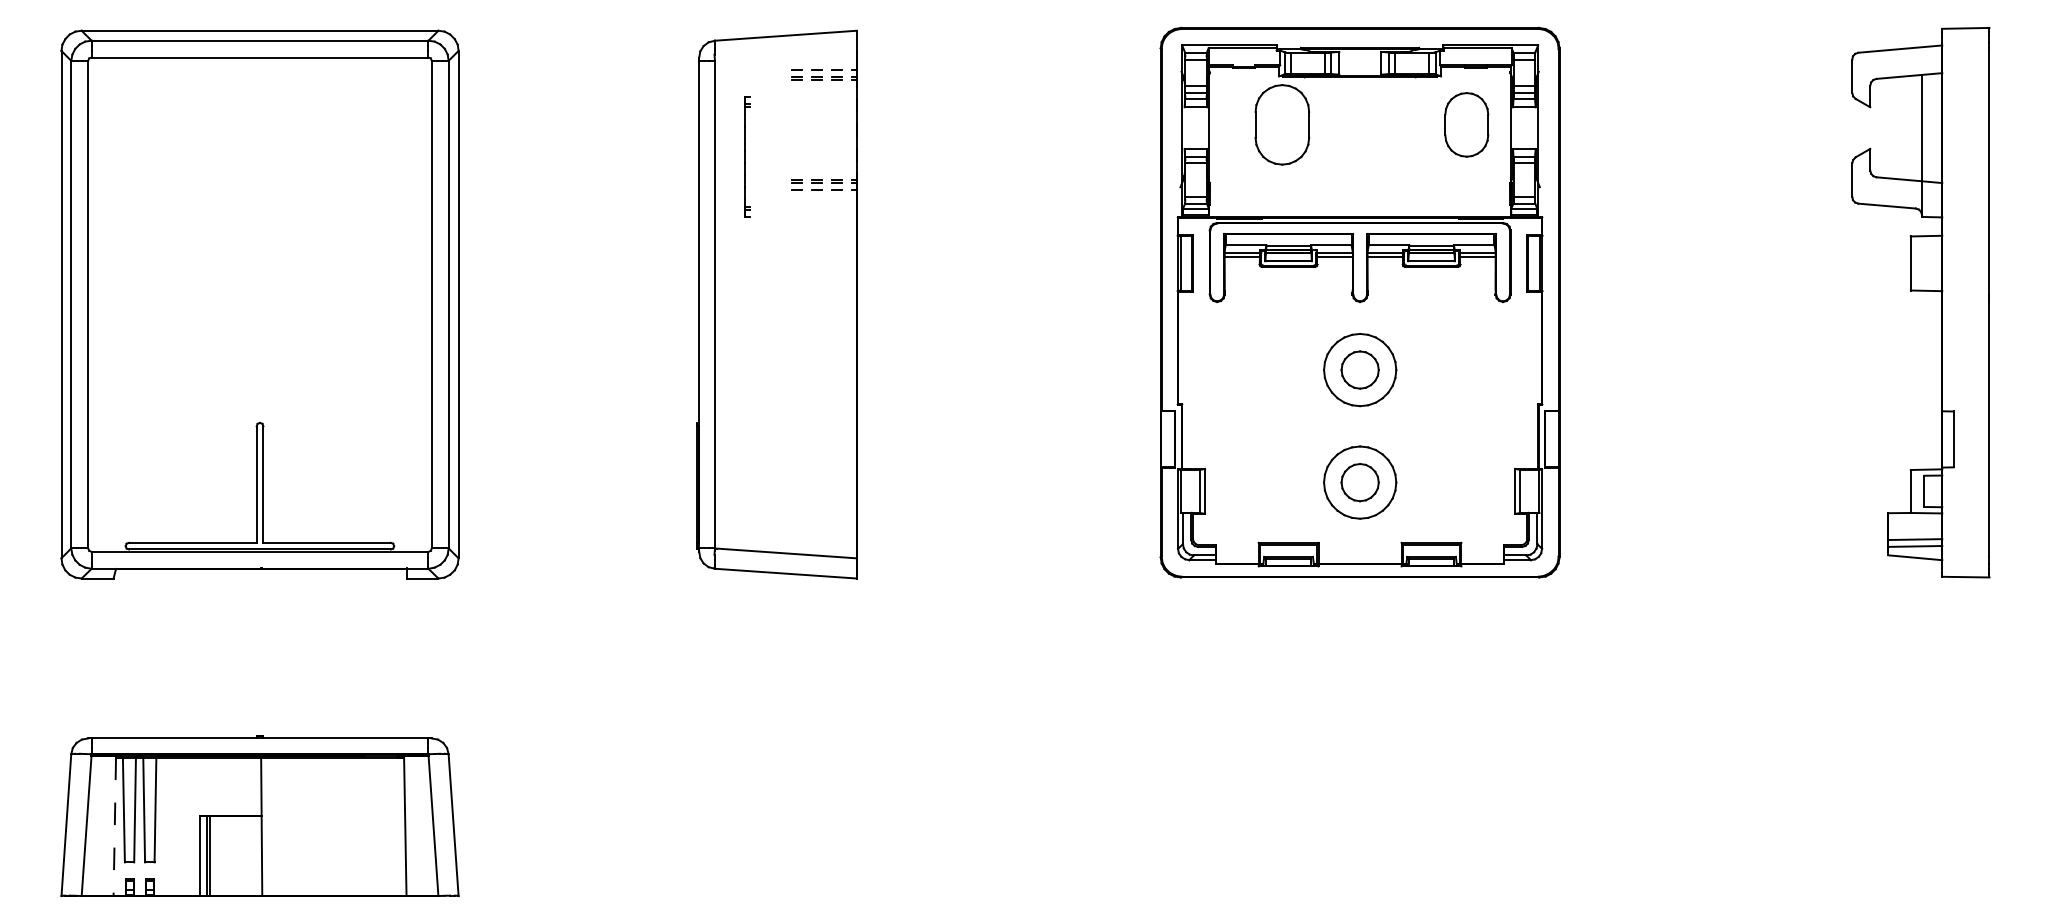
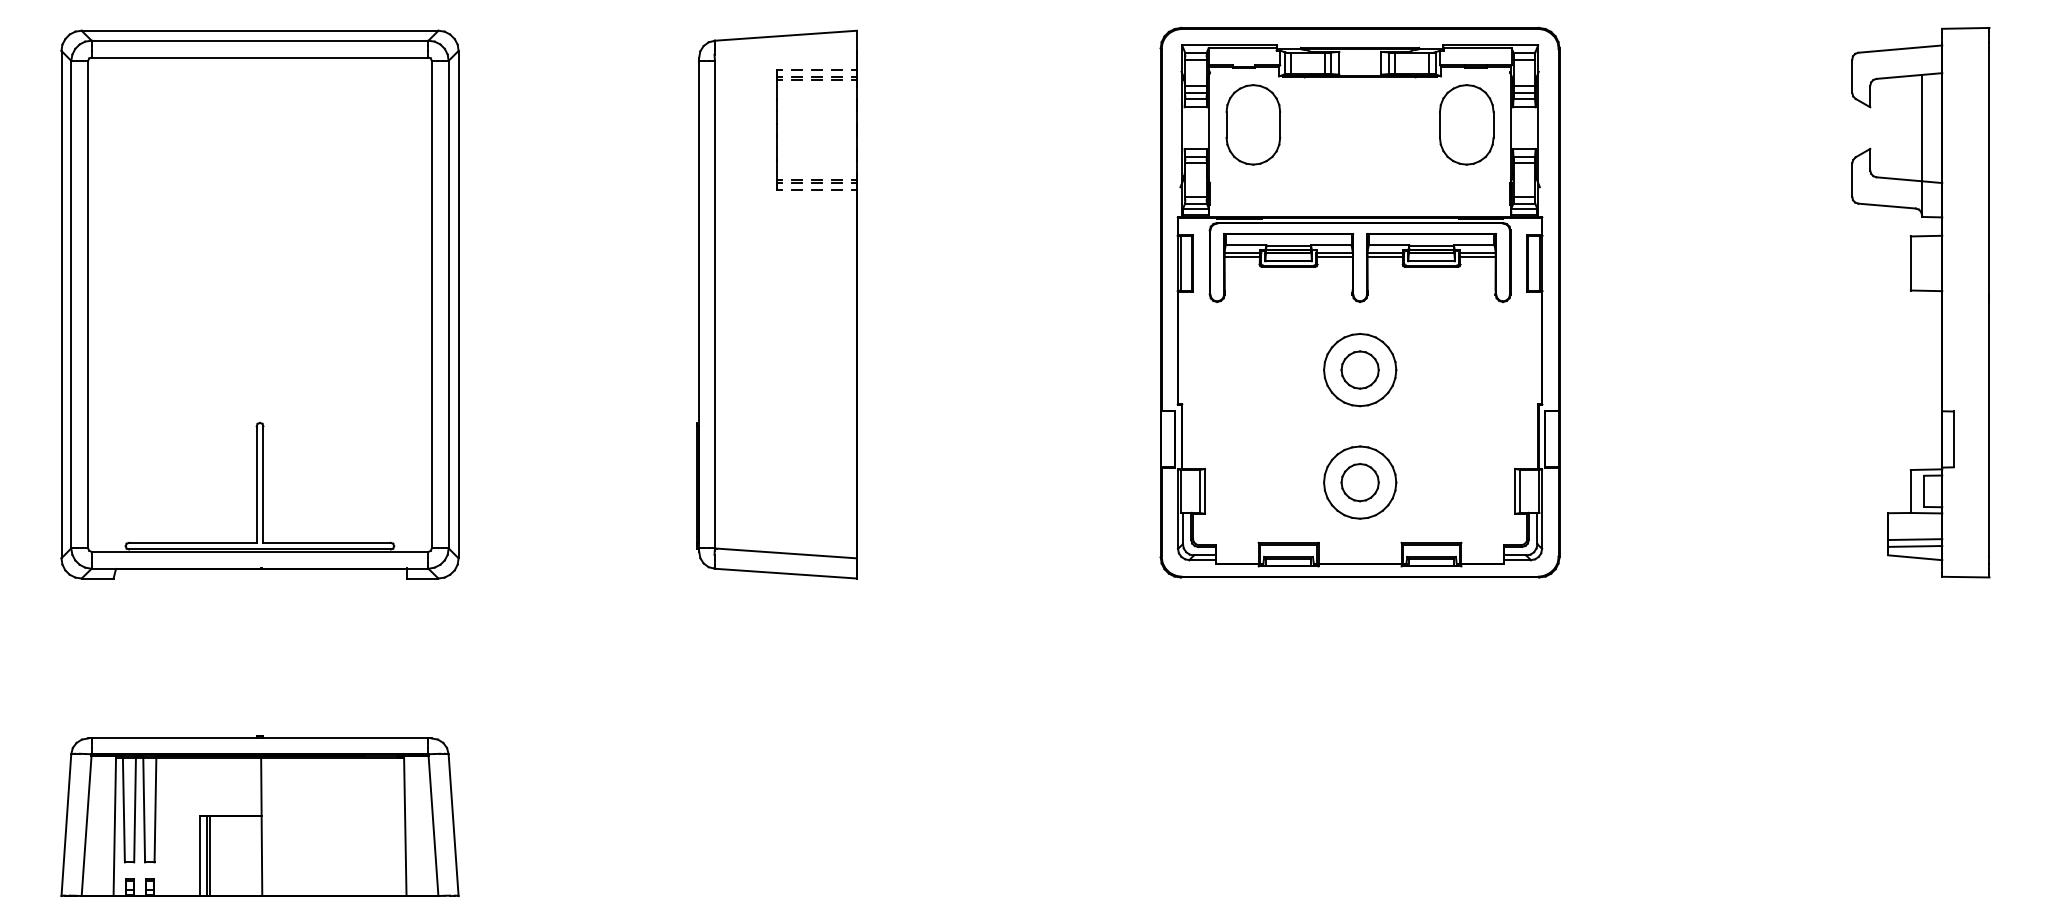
part at (1282, 124) position: (1282, 124) -> (1253, 124)
part at (1466, 124) size: 46x66 px -> 56x82 px
part at (747, 156) position: (747, 156) -> (779, 129)
line at (114, 827): dashed -> solid
